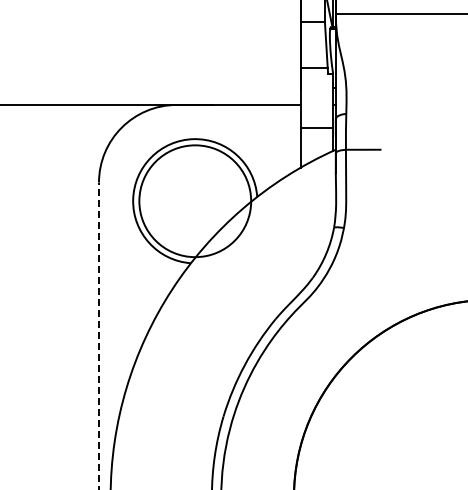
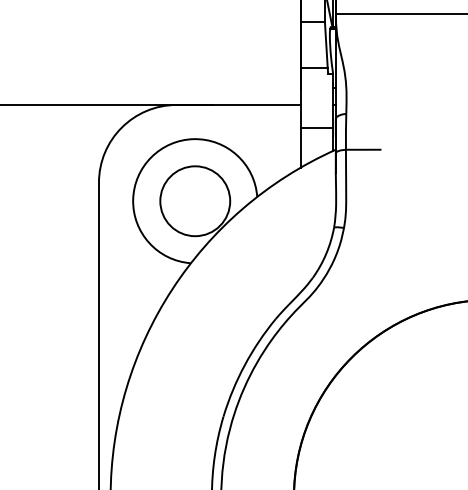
circle at (195, 201) diameter: 112 px -> 70 px
line at (98, 335): dashed -> solid
